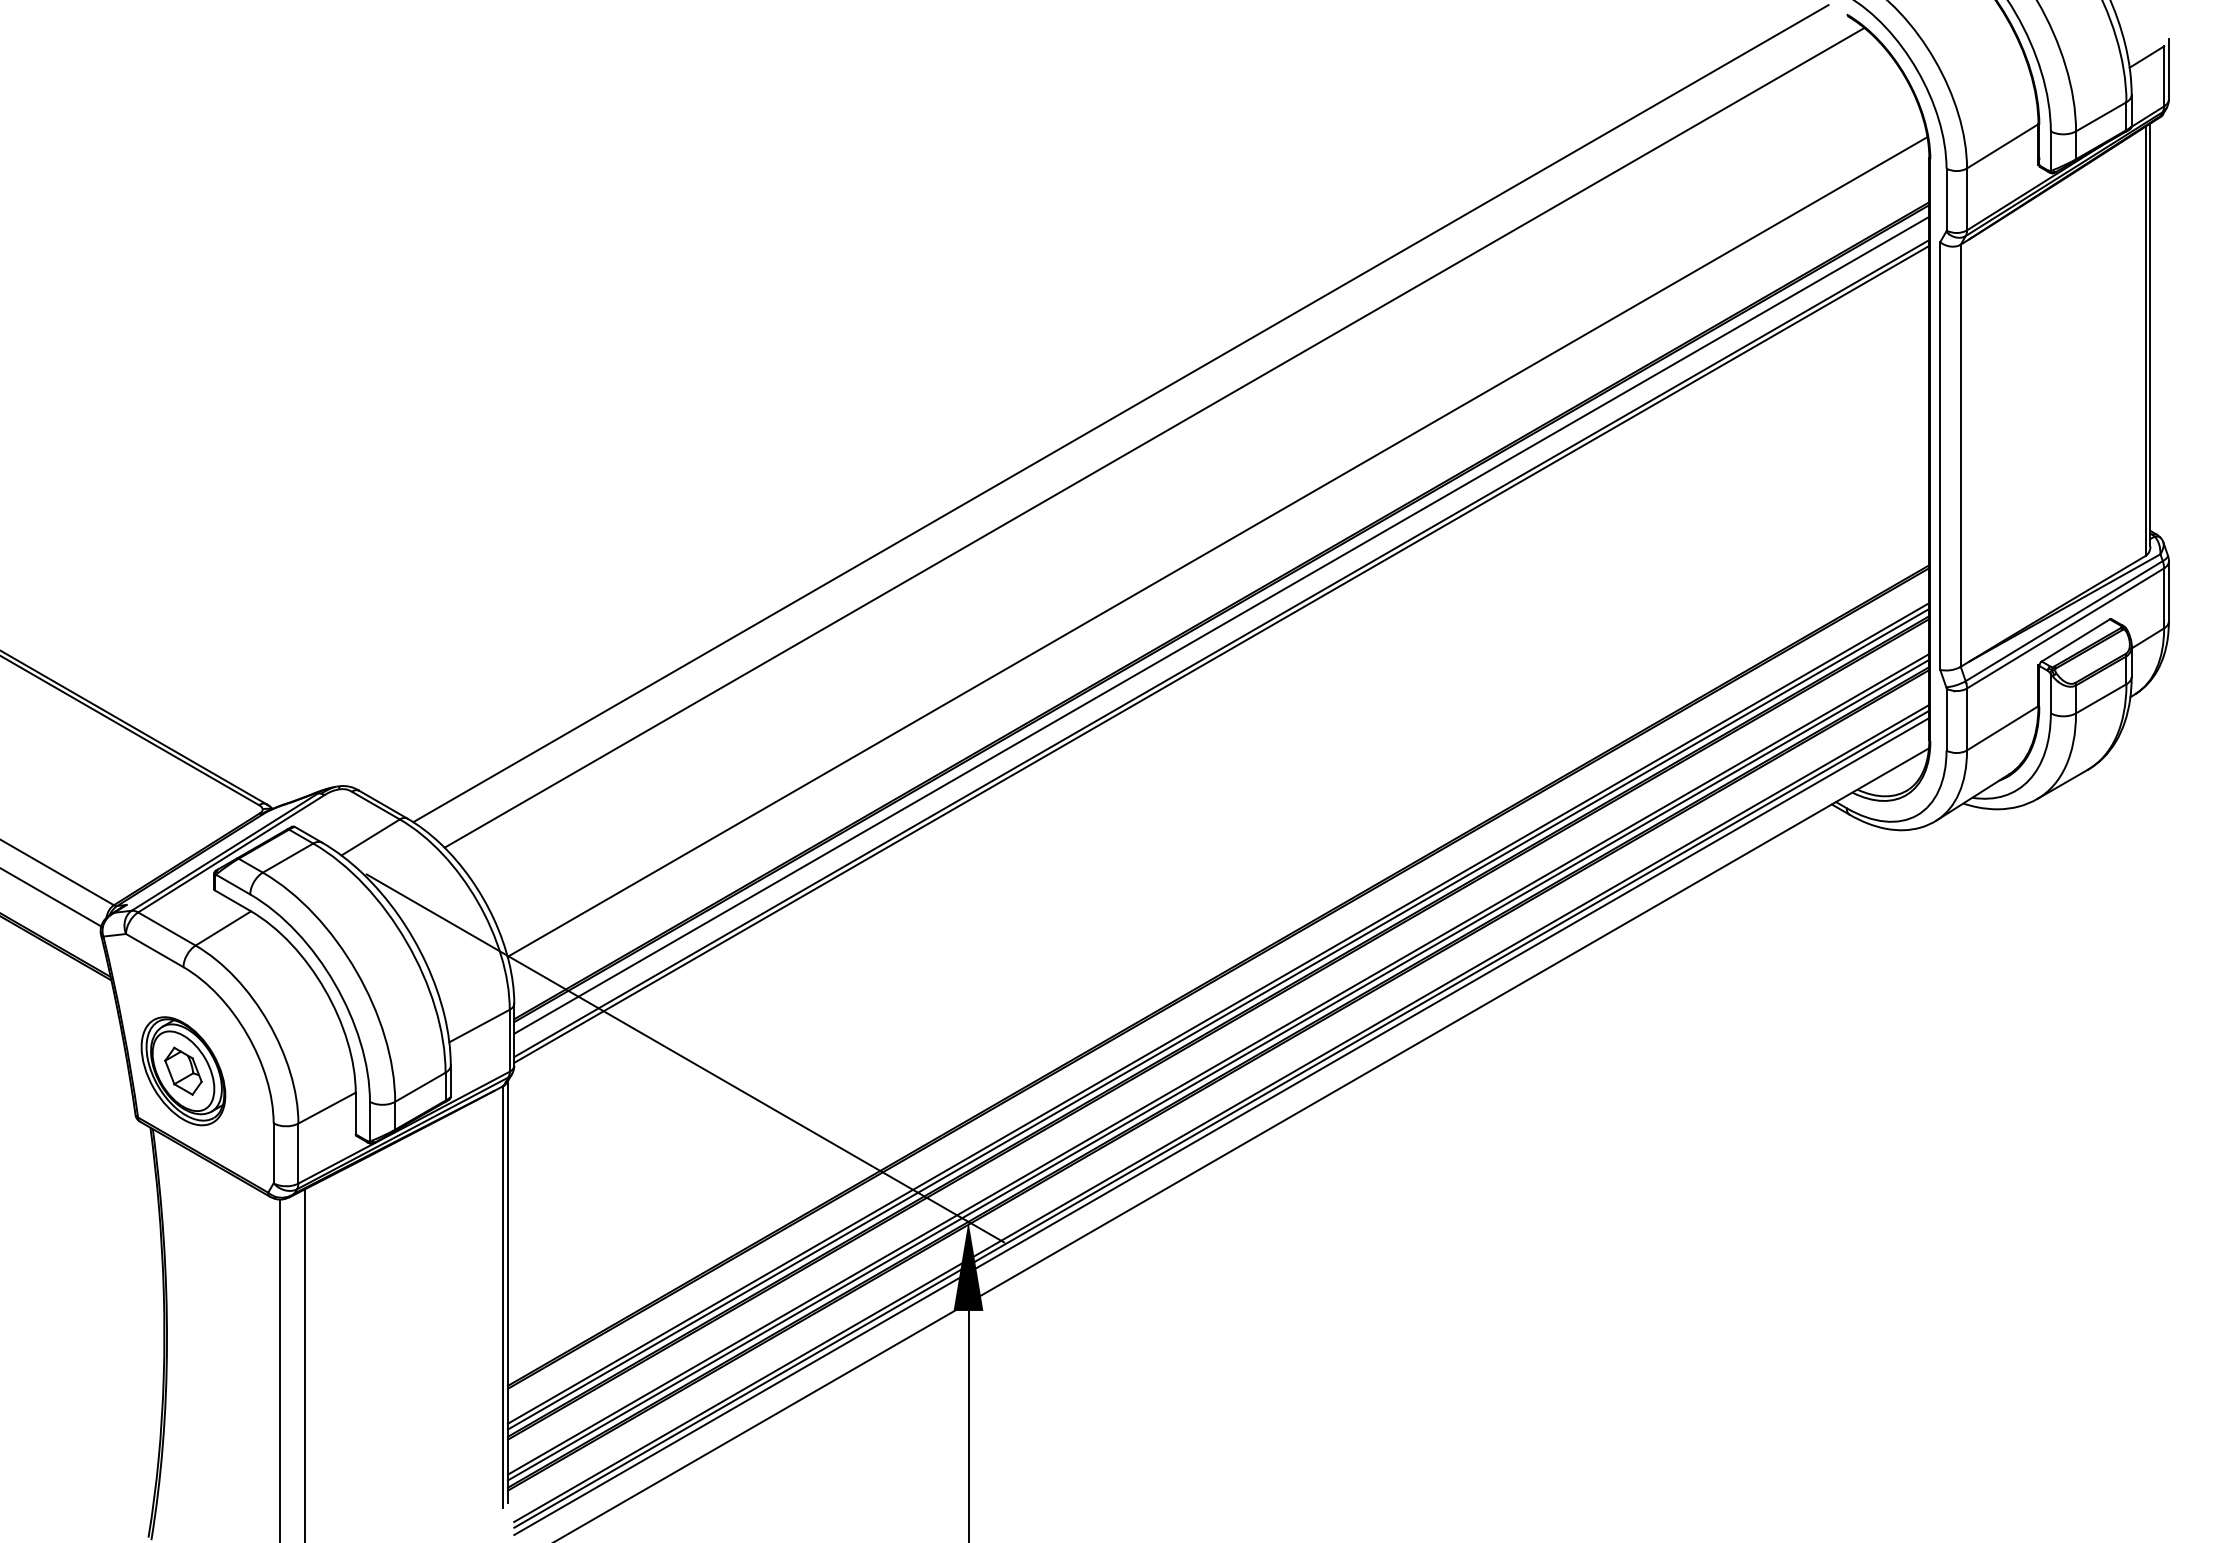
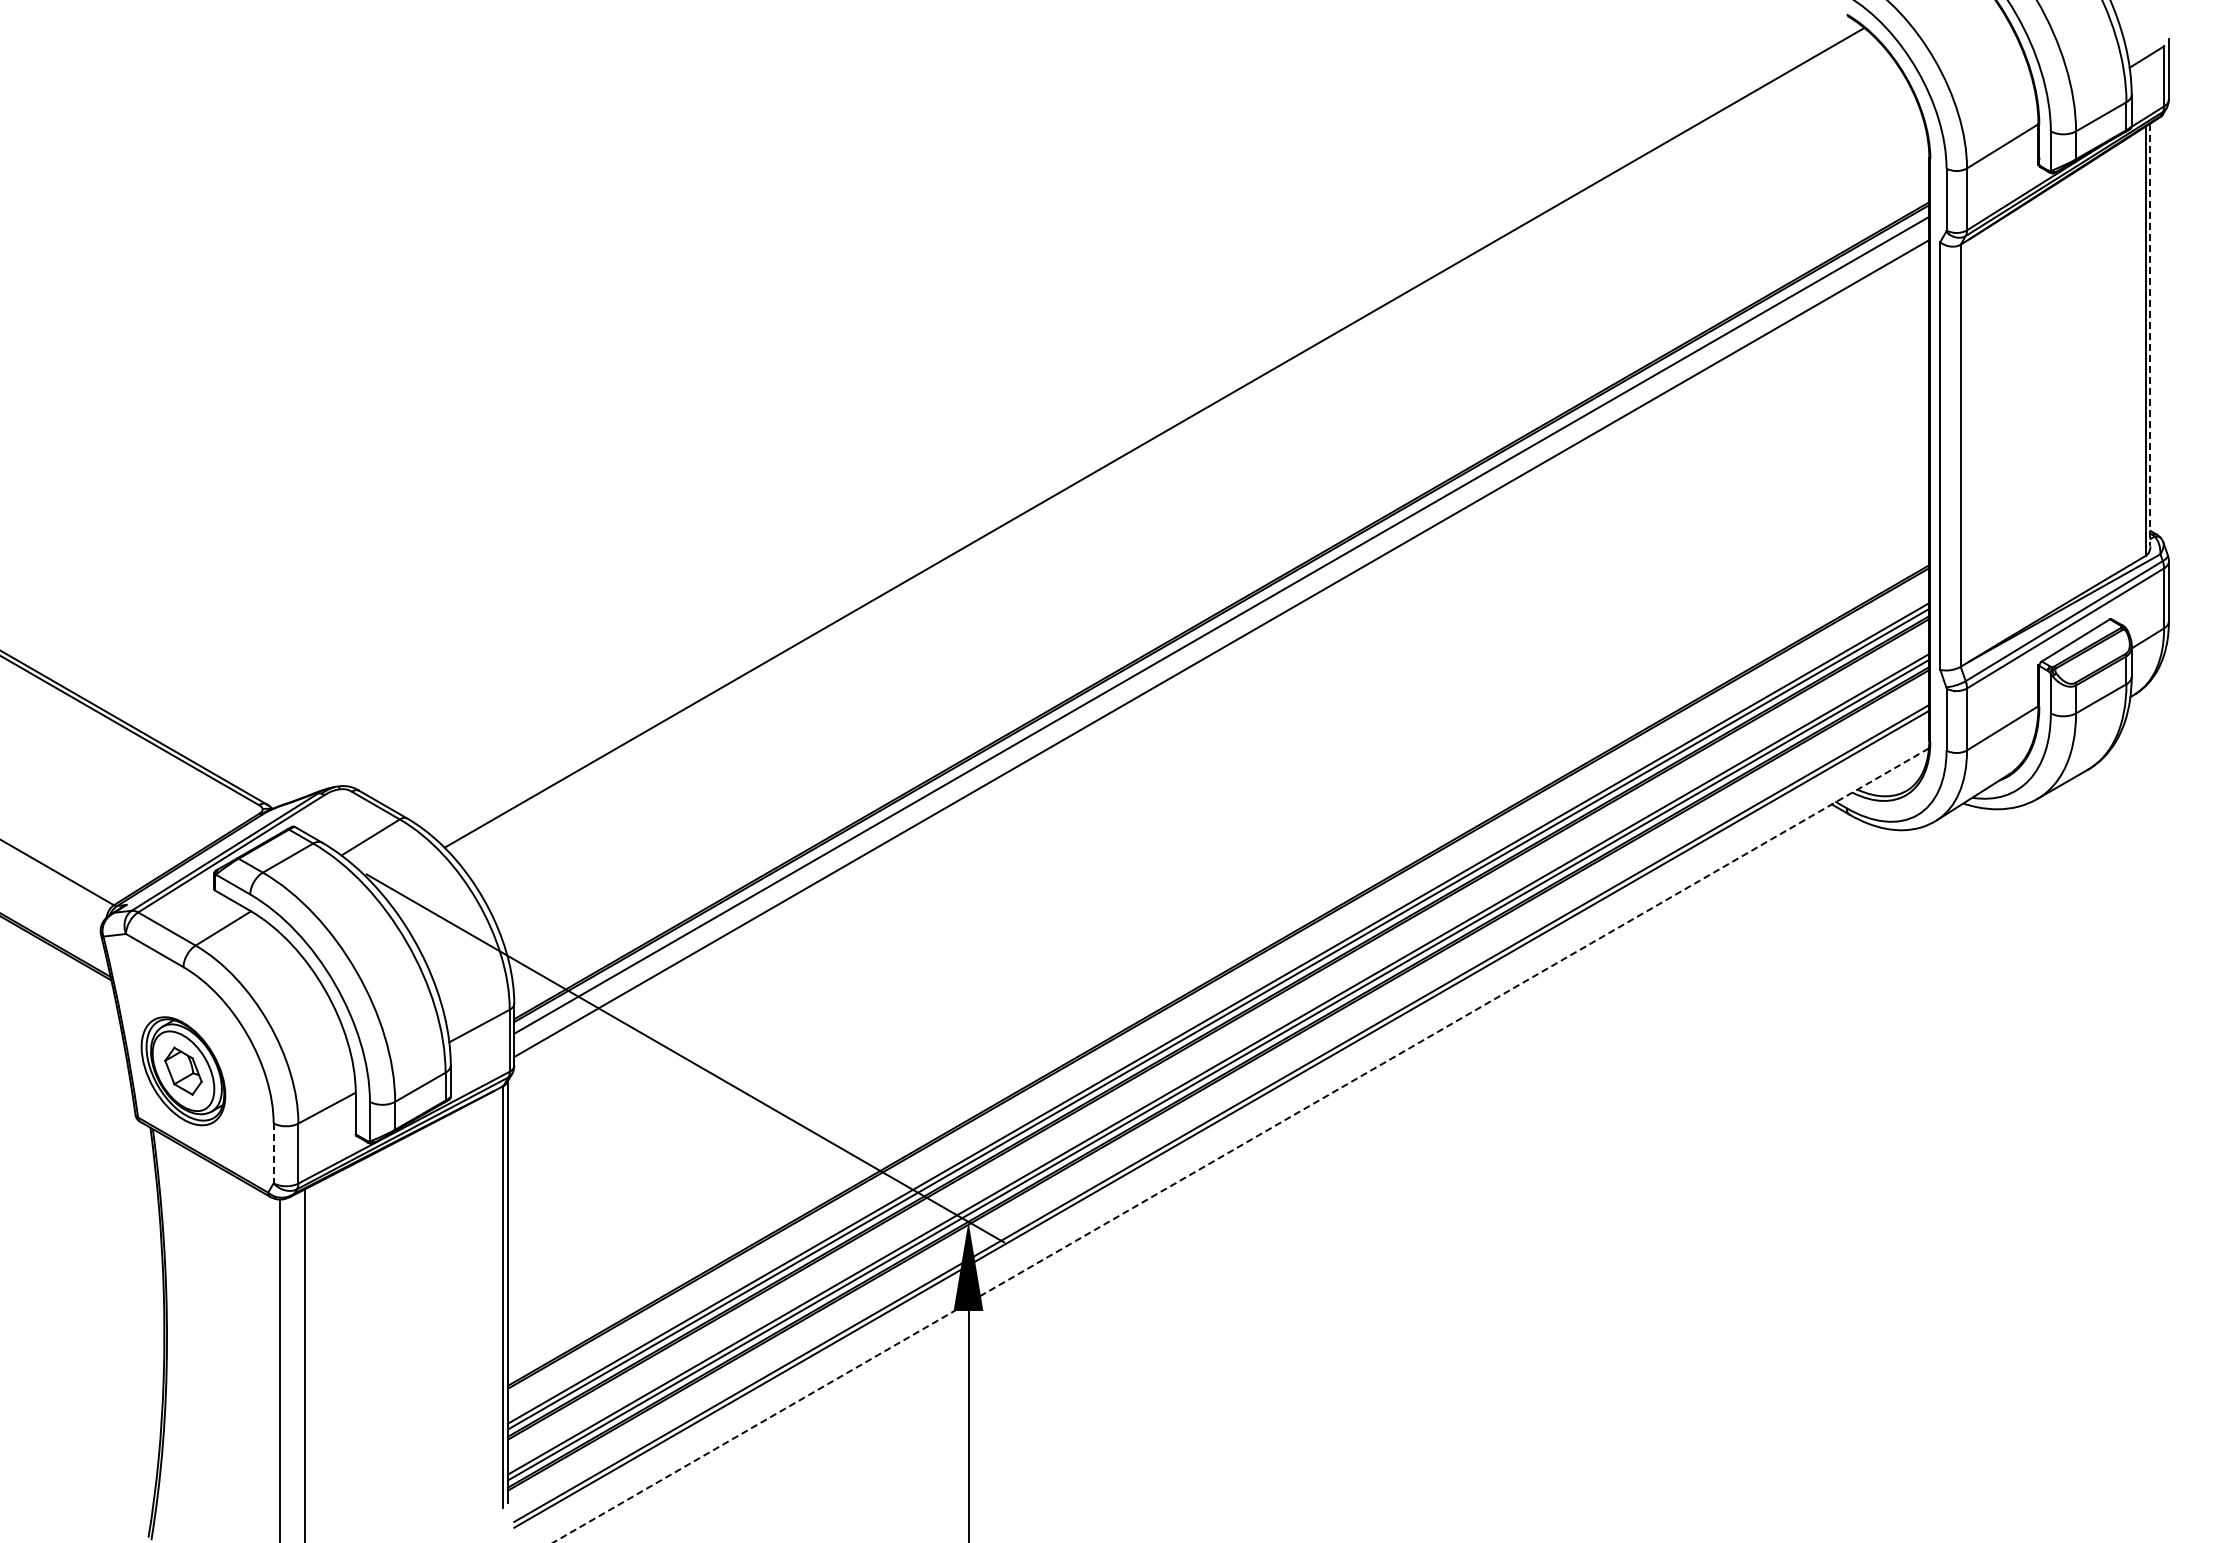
line at (2150, 335): solid -> dashed
line at (1120, 413): present -> none
line at (1217, 546): present -> none
line at (1221, 653): present -> none
line at (51, 897): present -> none
line at (1221, 1126): present -> none
line at (1240, 1145): solid -> dashed
line at (273, 1153): solid -> dashed
